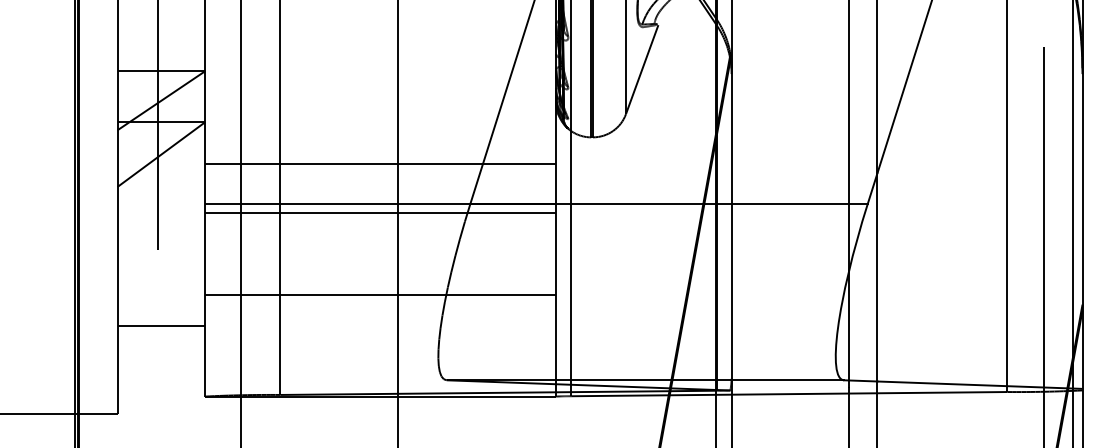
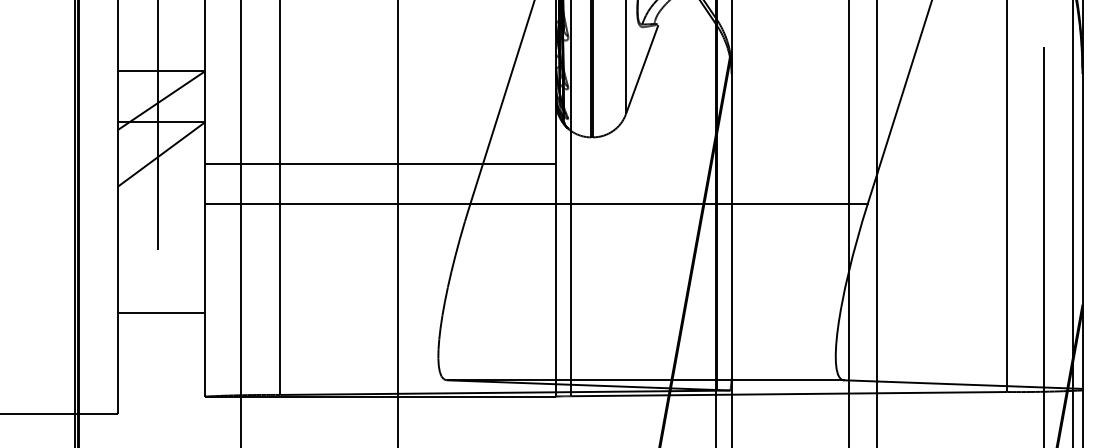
line at (380, 212): present -> none
line at (380, 295): present -> none
line at (161, 325) position: (161, 325) -> (161, 312)
